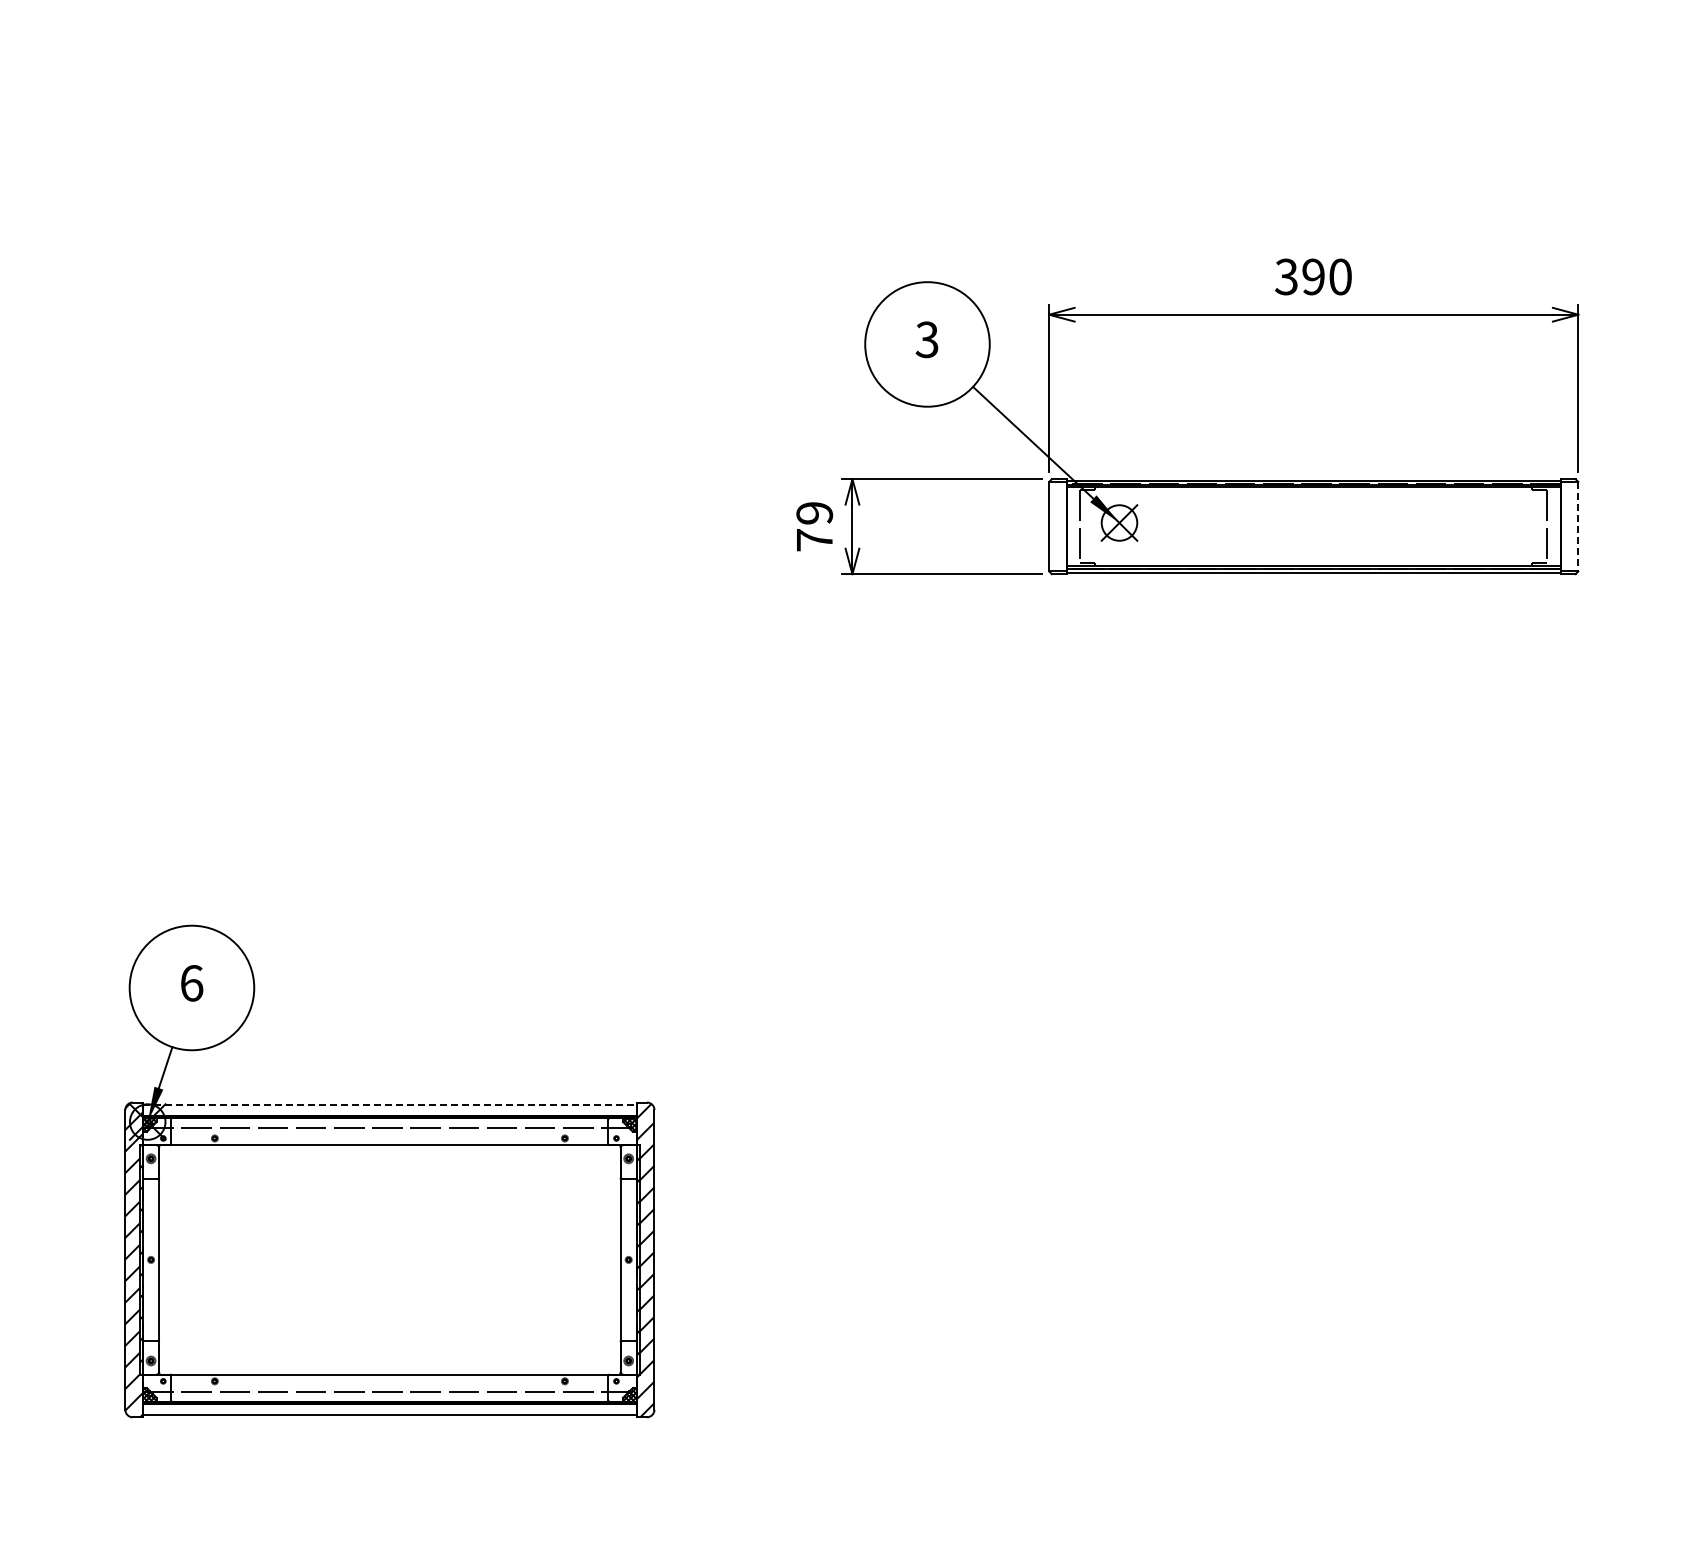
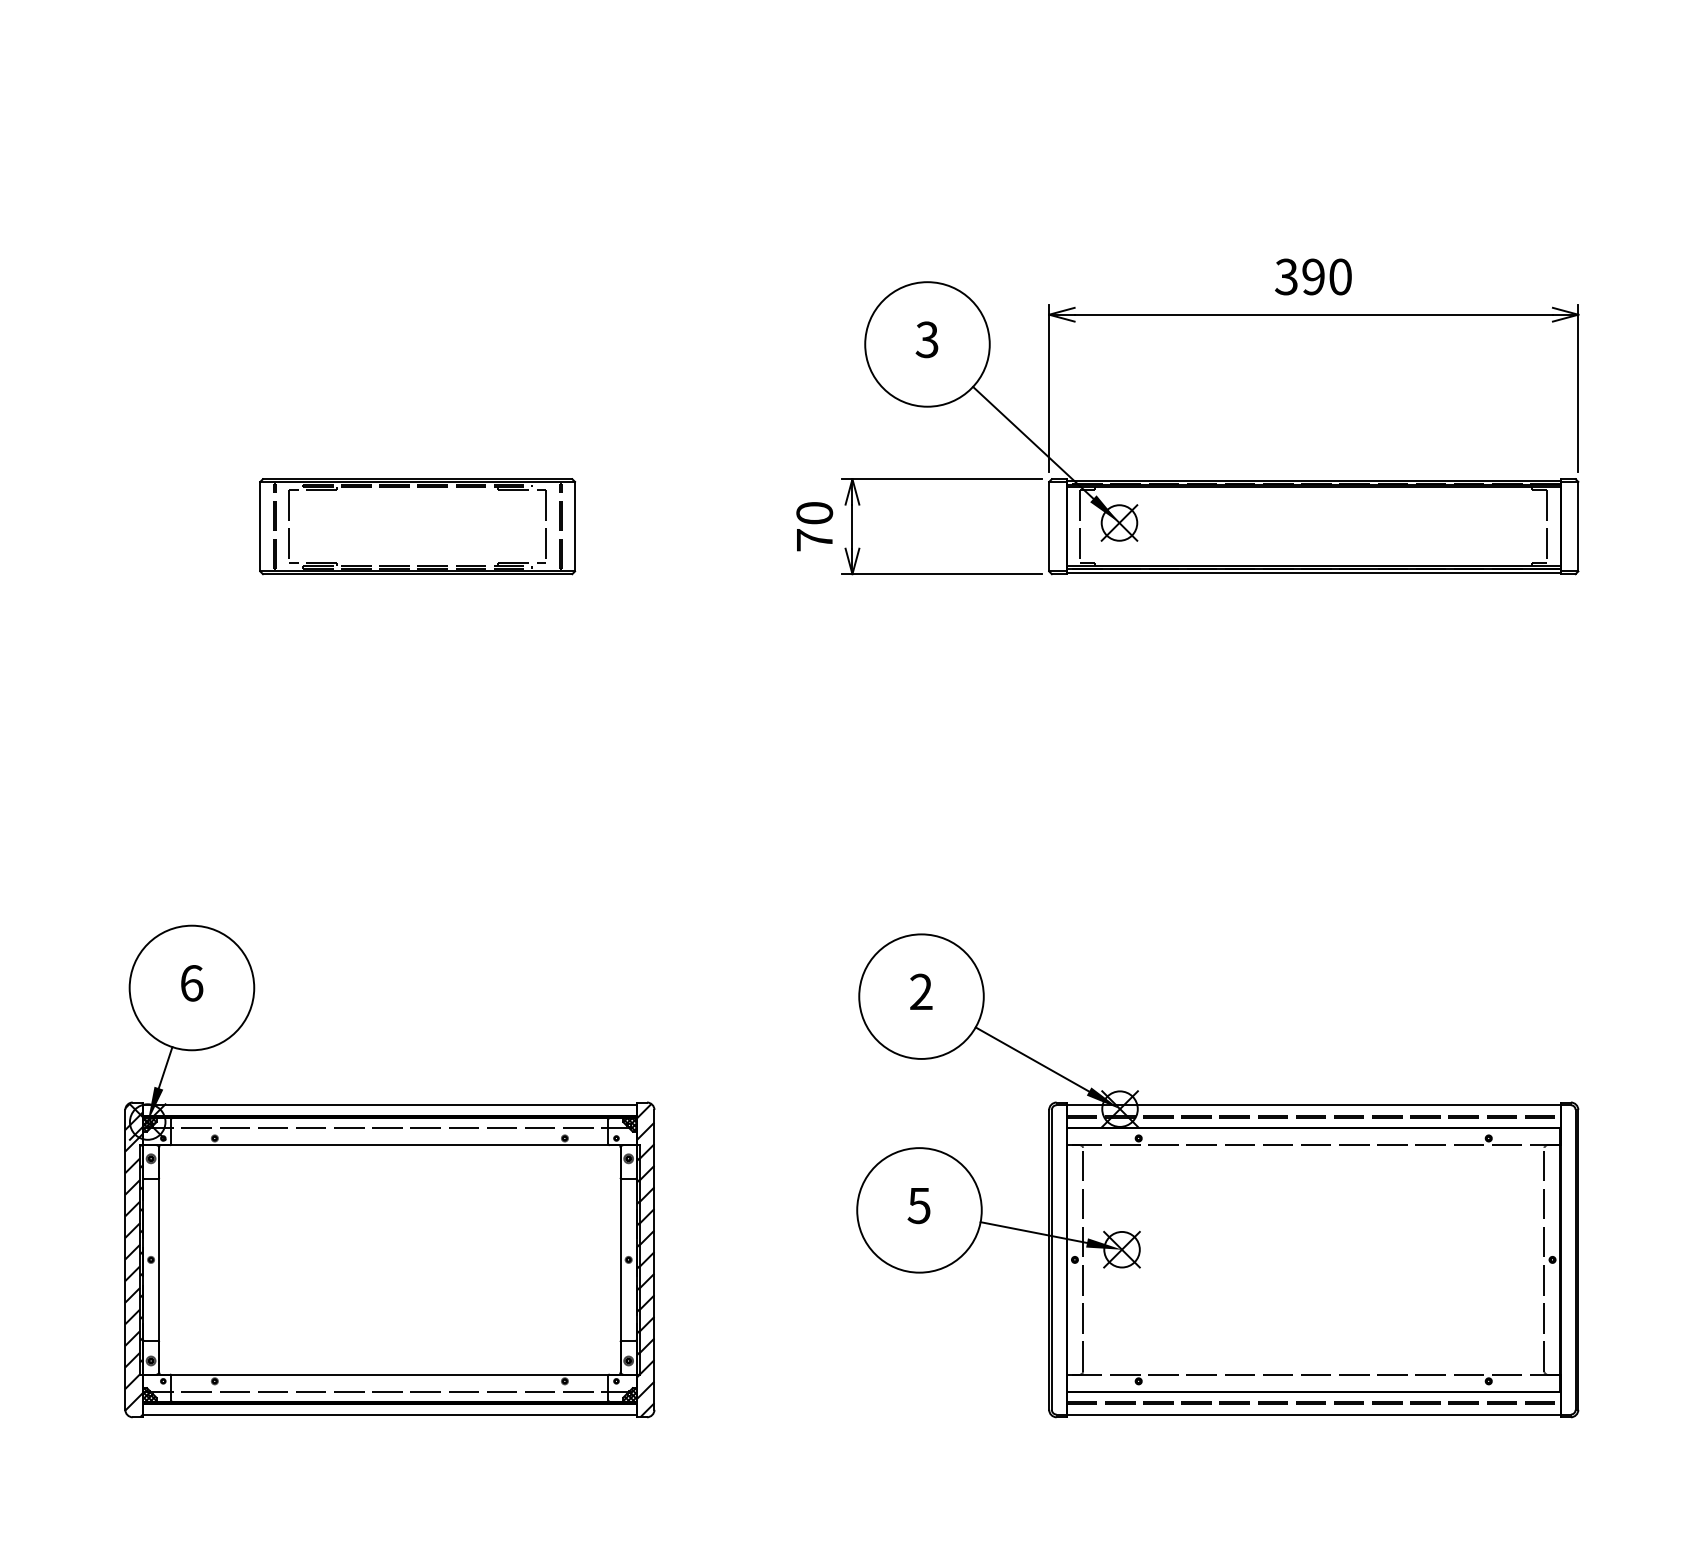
text at (814, 513): 79 -> 70
part at (417, 526): none -> present
line at (1578, 526): dashed -> solid
line at (389, 1104): dashed -> solid
part at (1217, 1175): none -> present
